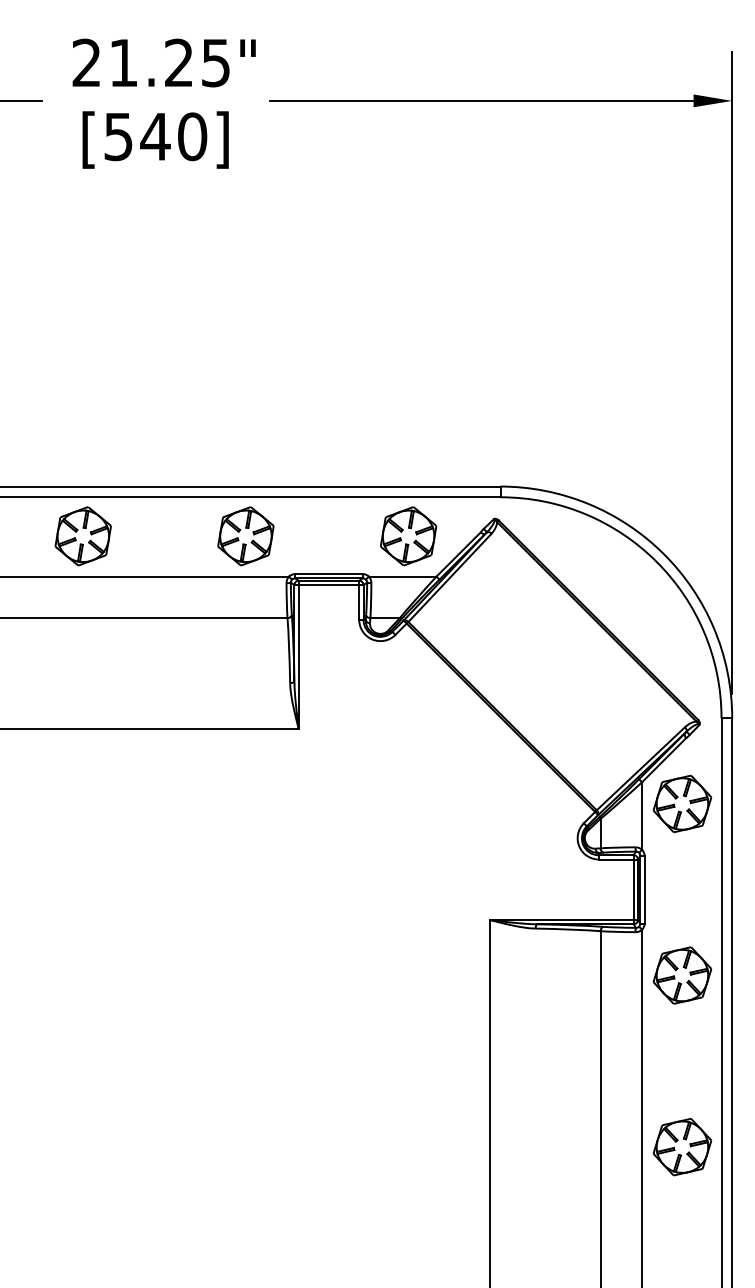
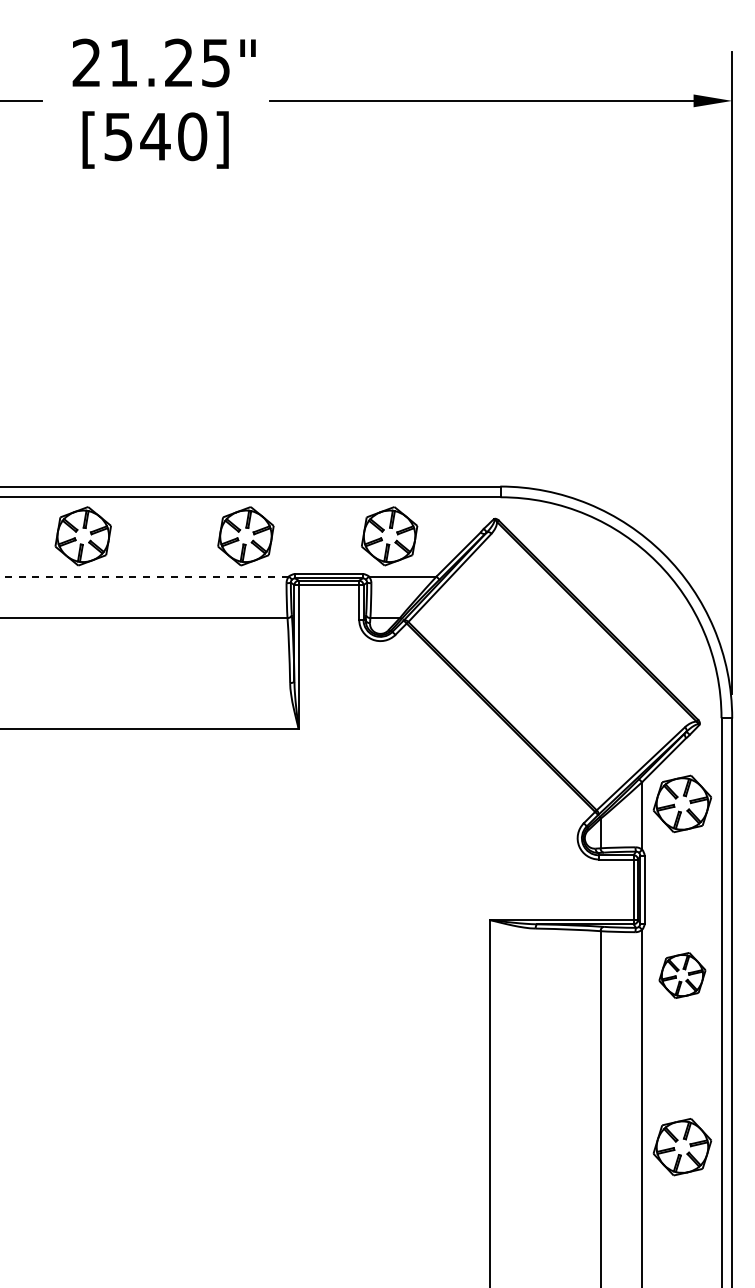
part at (408, 536) position: (408, 536) -> (389, 536)
line at (144, 576): solid -> dashed
part at (682, 975) size: 61x59 px -> 49x47 px
